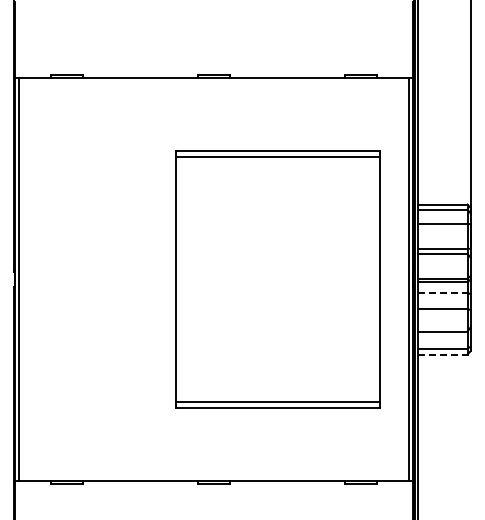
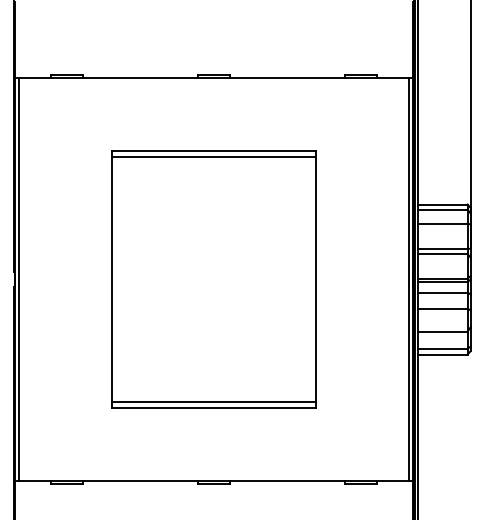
part at (277, 279) position: (277, 279) -> (213, 279)
line at (442, 292): dashed -> solid
line at (442, 354): dashed -> solid
